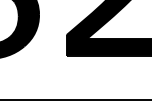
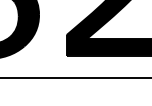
line at (75, 99) position: (75, 99) -> (75, 77)
